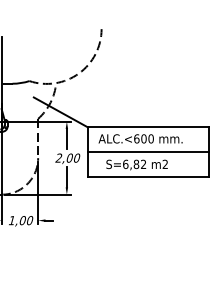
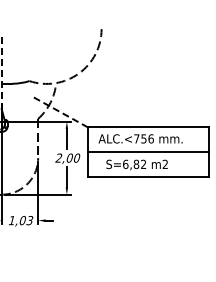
line at (1, 73): solid -> dashed
line at (60, 112): solid -> dashed
text at (143, 138): ALC.<600 -> ALC.<756
text at (29, 220): 1,00 -> 1,03
